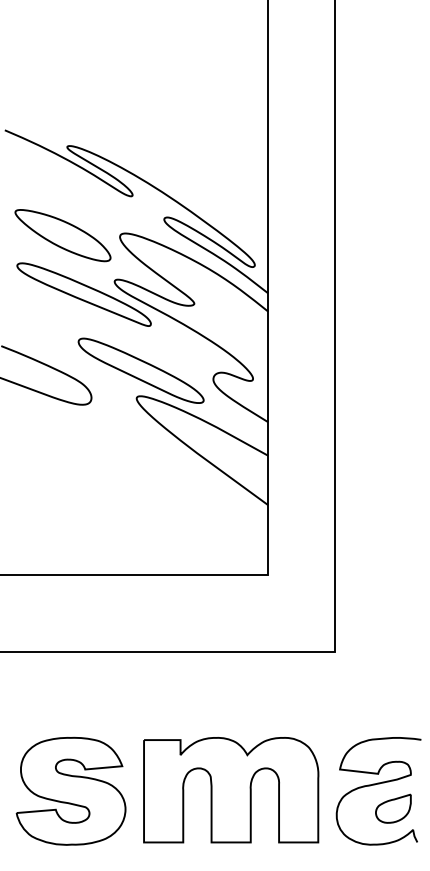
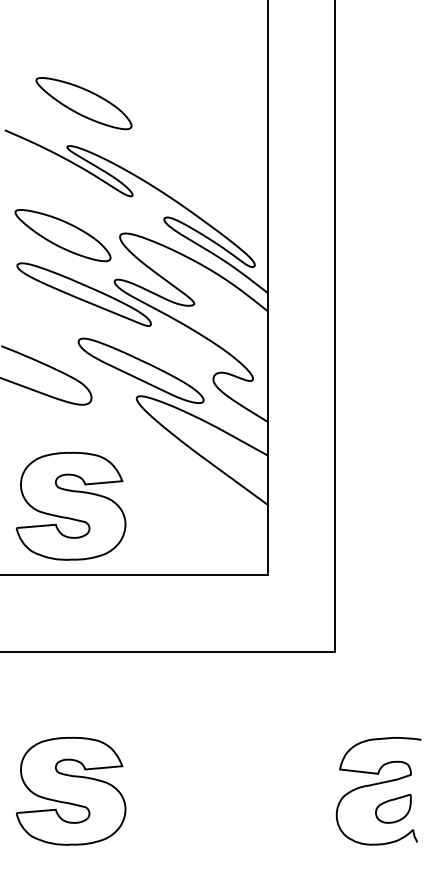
part at (83, 103): none -> present
part at (70, 505): none -> present
part at (231, 790): present -> none
